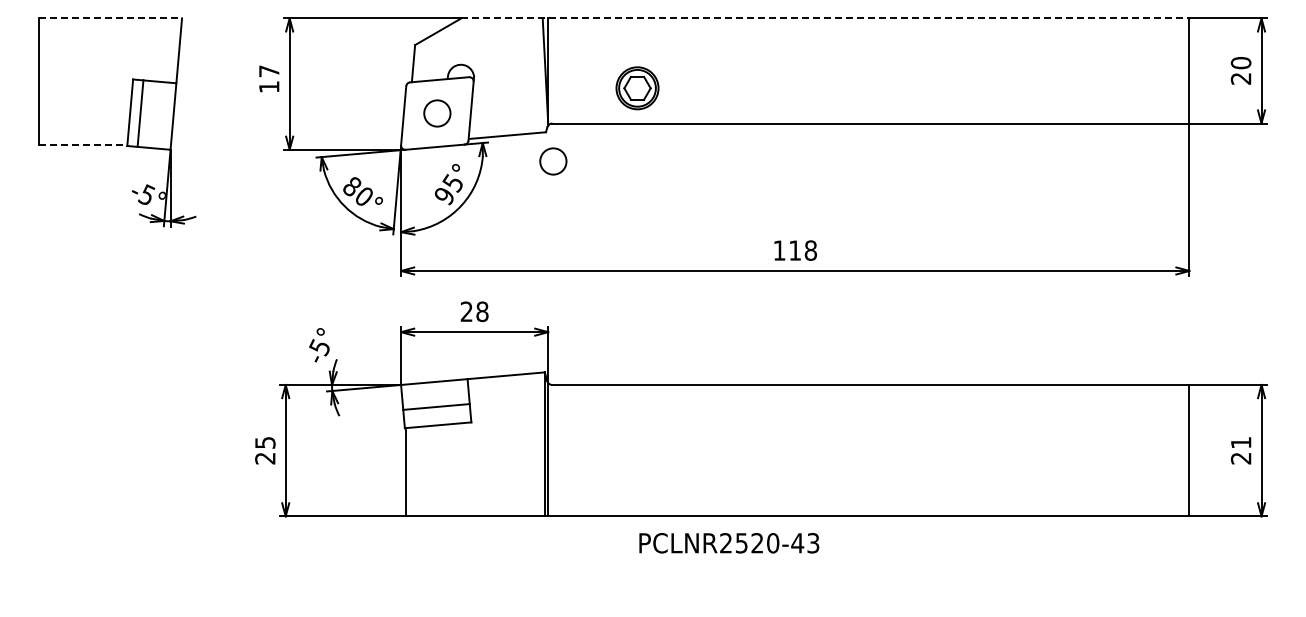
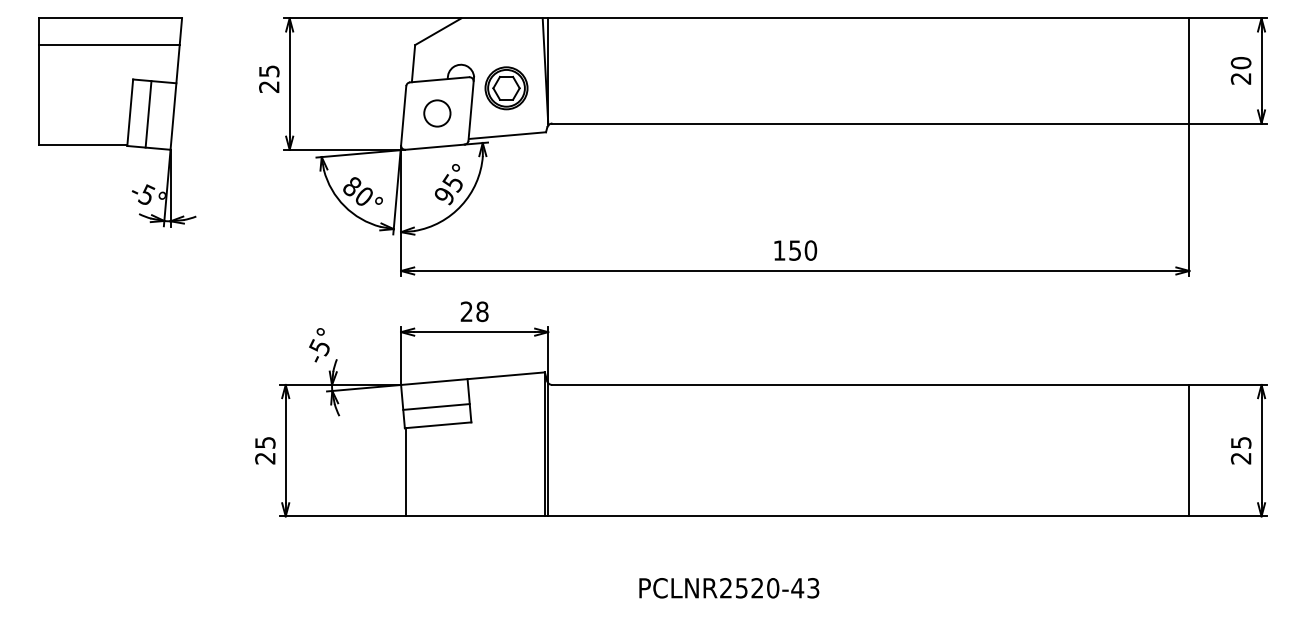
line at (111, 18): dashed -> solid
line at (825, 18): dashed -> solid
line at (109, 44): none -> present
text at (269, 78): 17 -> 25
part at (637, 88) position: (637, 88) -> (506, 88)
line at (140, 113) position: (140, 113) -> (148, 114)
line at (83, 144): dashed -> solid
circle at (553, 161): present -> none
text at (803, 250): 118 -> 150
text at (1241, 442): 21 -> 25
text at (729, 543) position: (729, 543) -> (729, 588)
